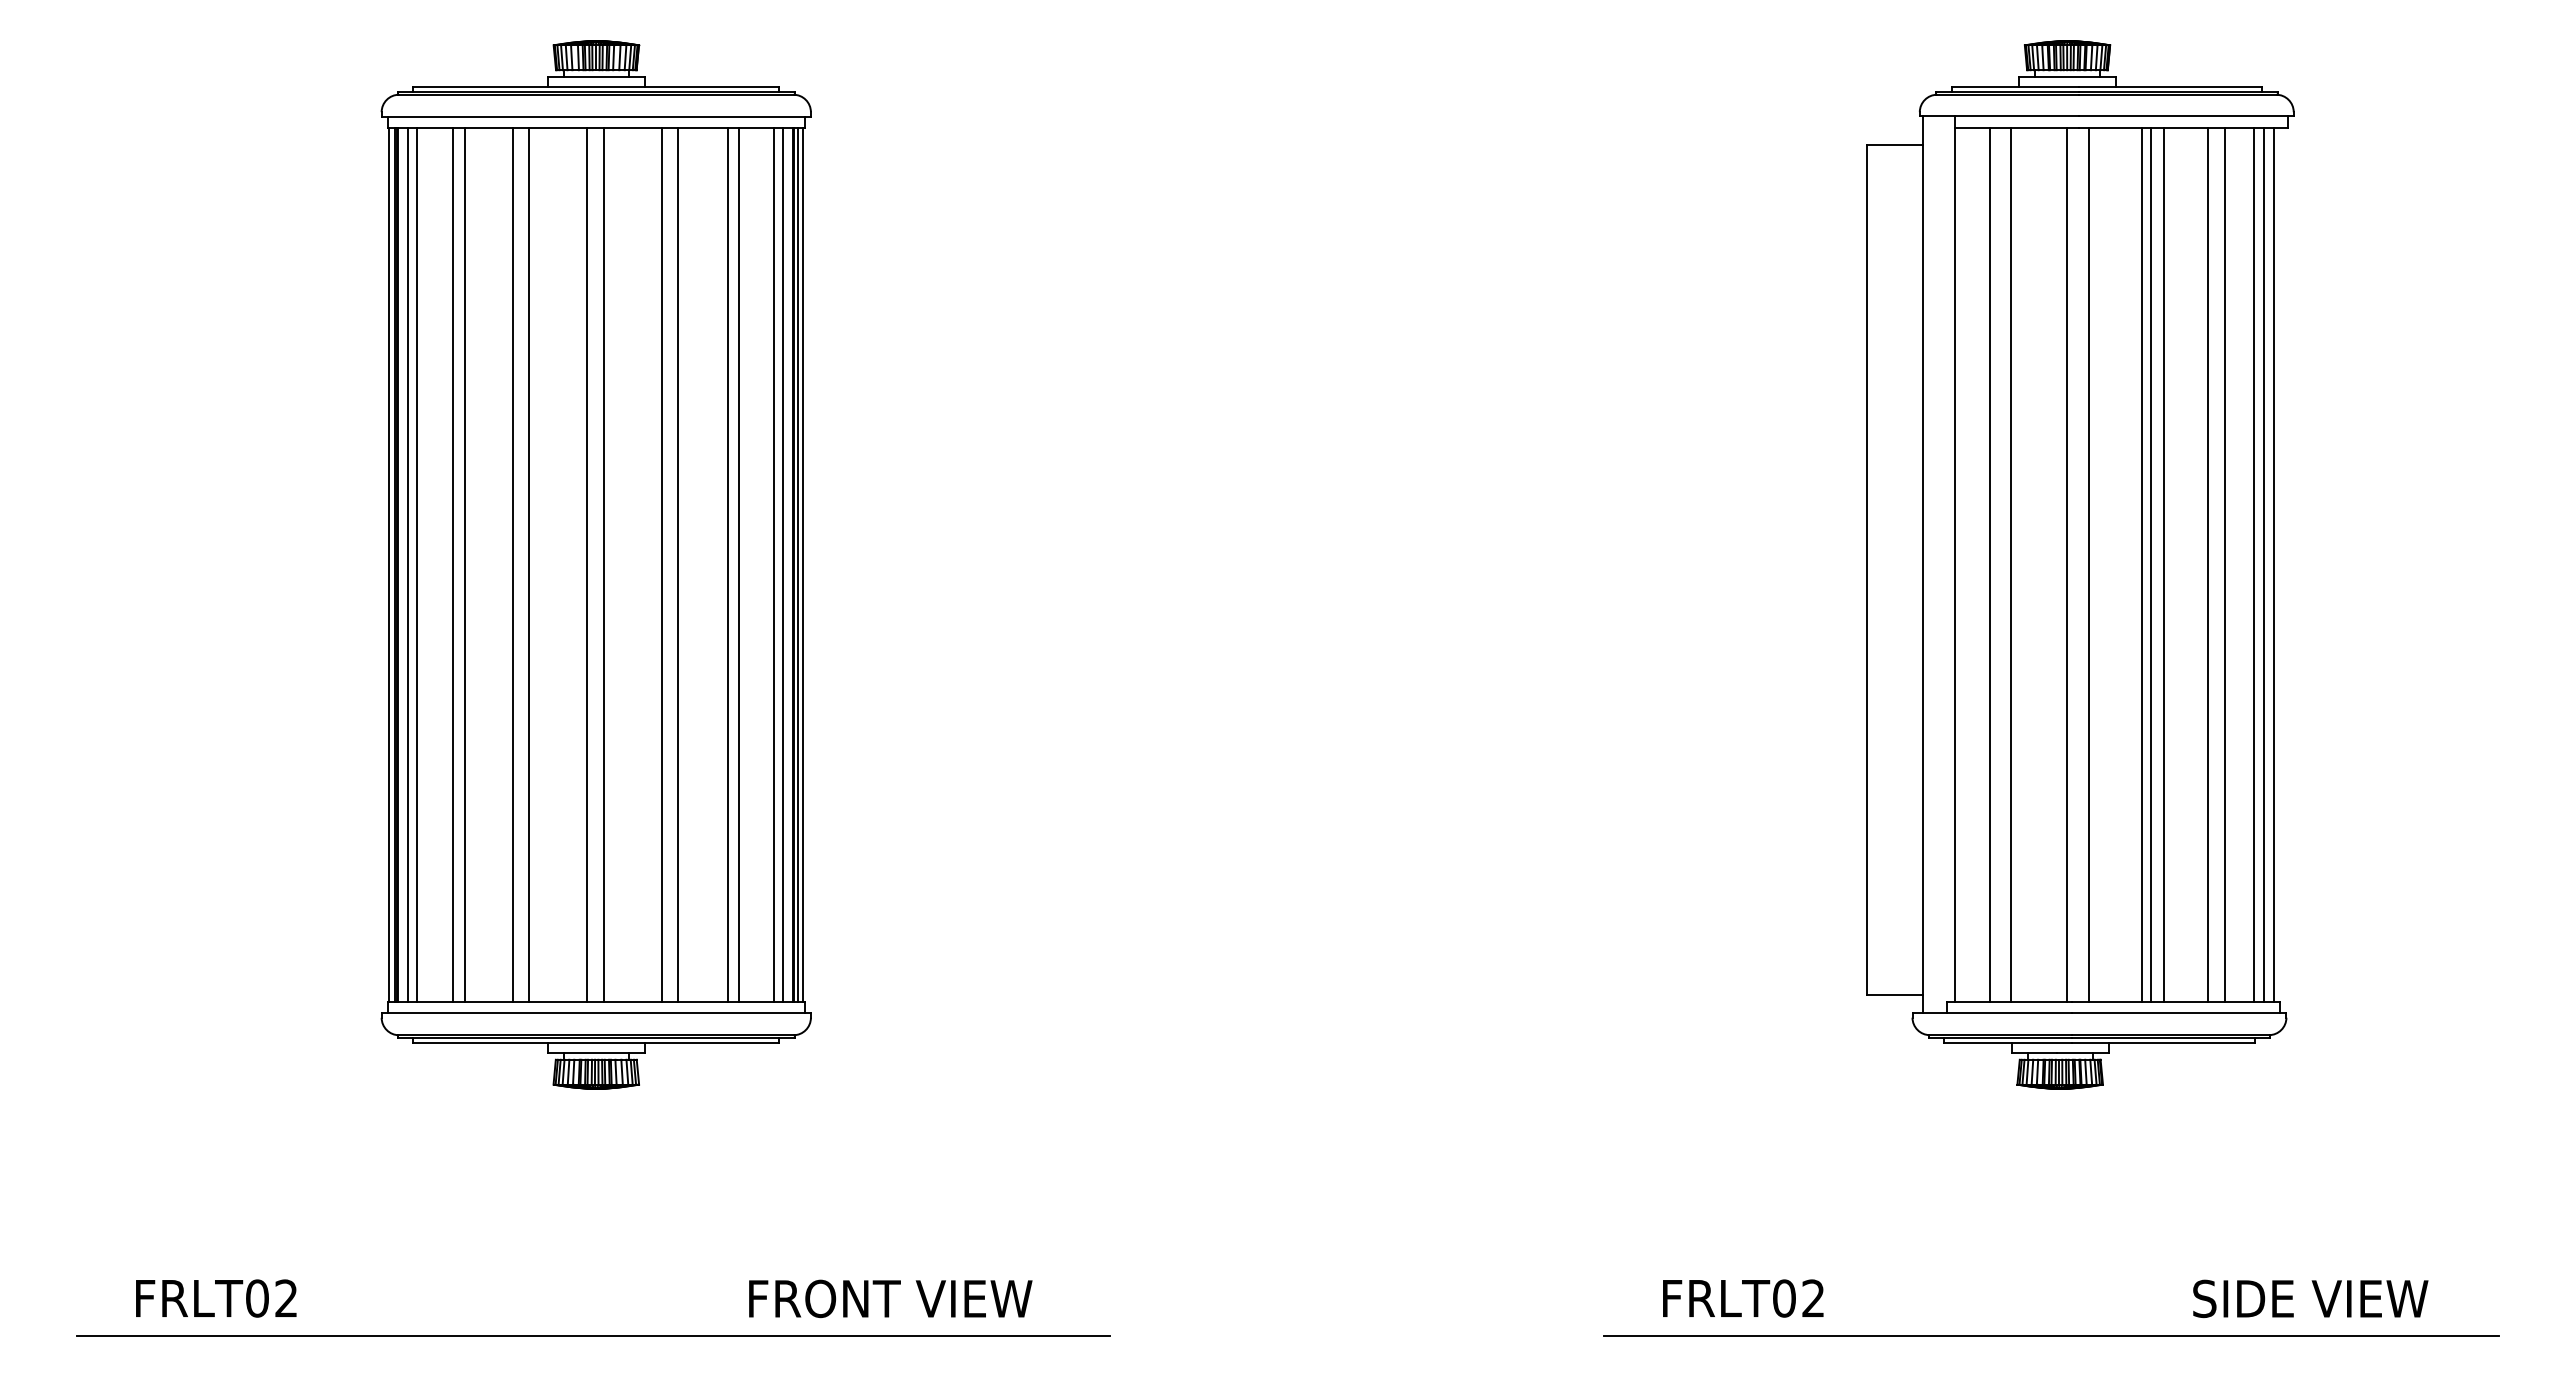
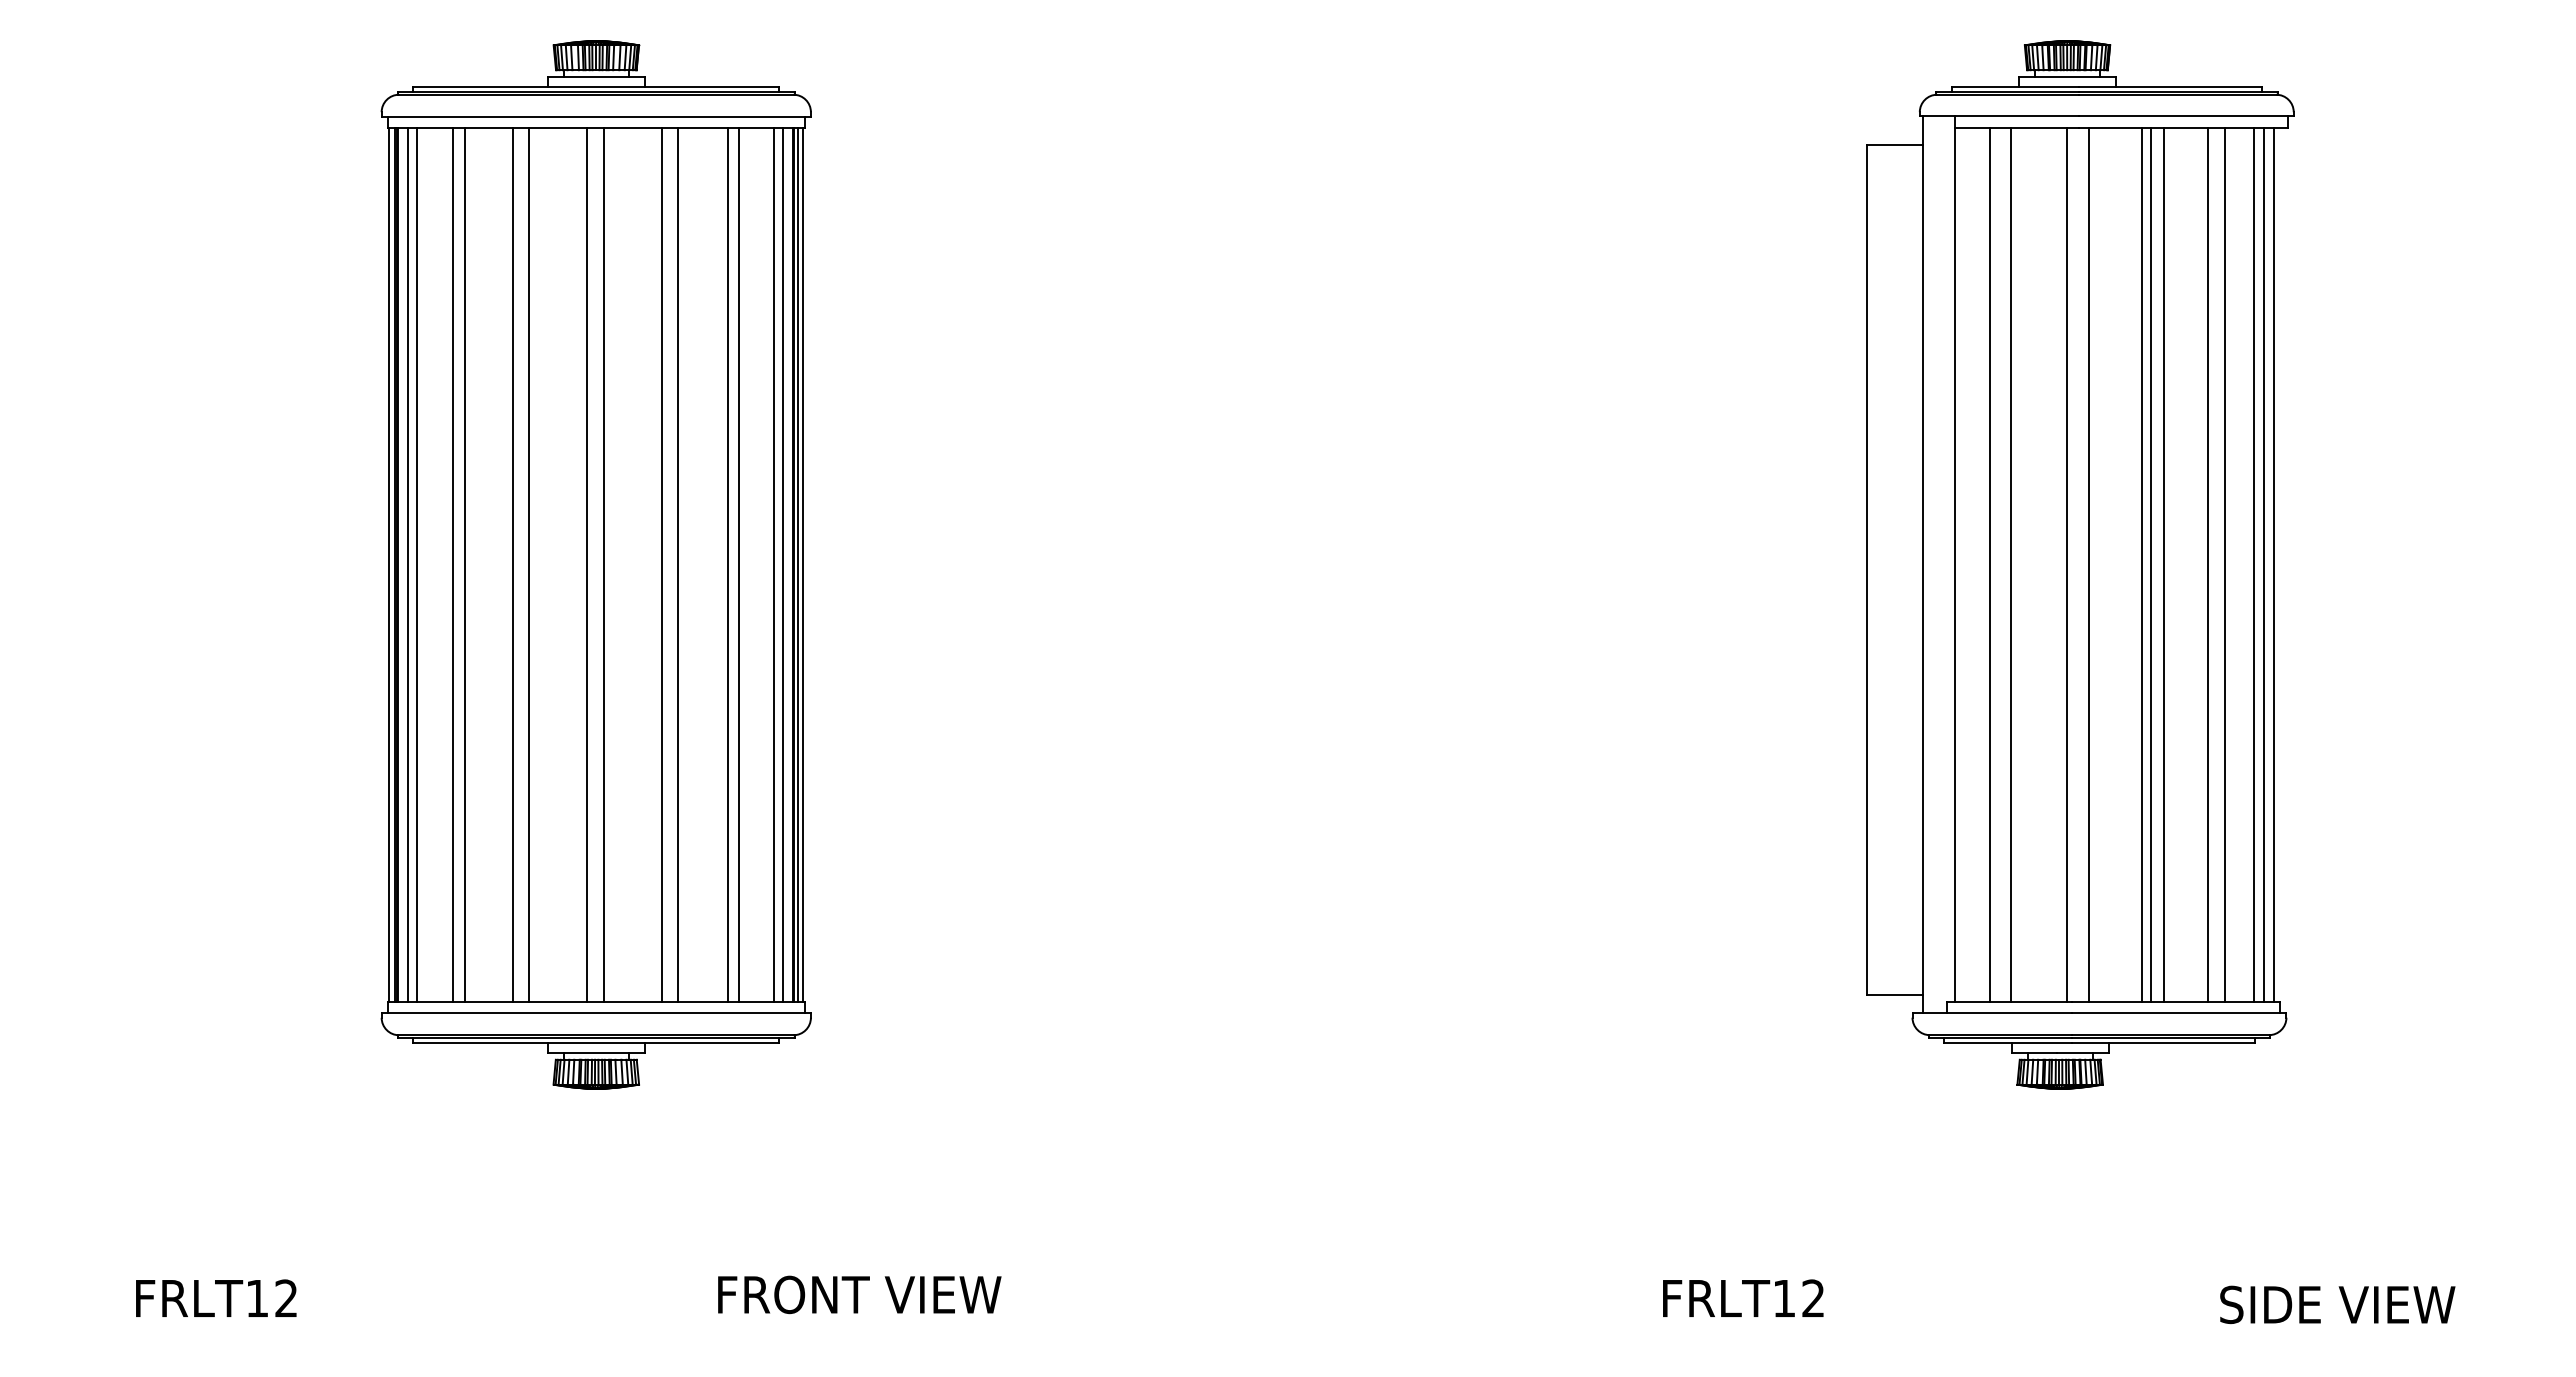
text at (257, 1298): FRLT02 -> FRLT12
text at (890, 1298) position: (890, 1298) -> (859, 1294)
text at (1784, 1298): FRLT02 -> FRLT12
text at (2310, 1298) position: (2310, 1298) -> (2337, 1304)
line at (593, 1335): present -> none
line at (2051, 1335): present -> none
